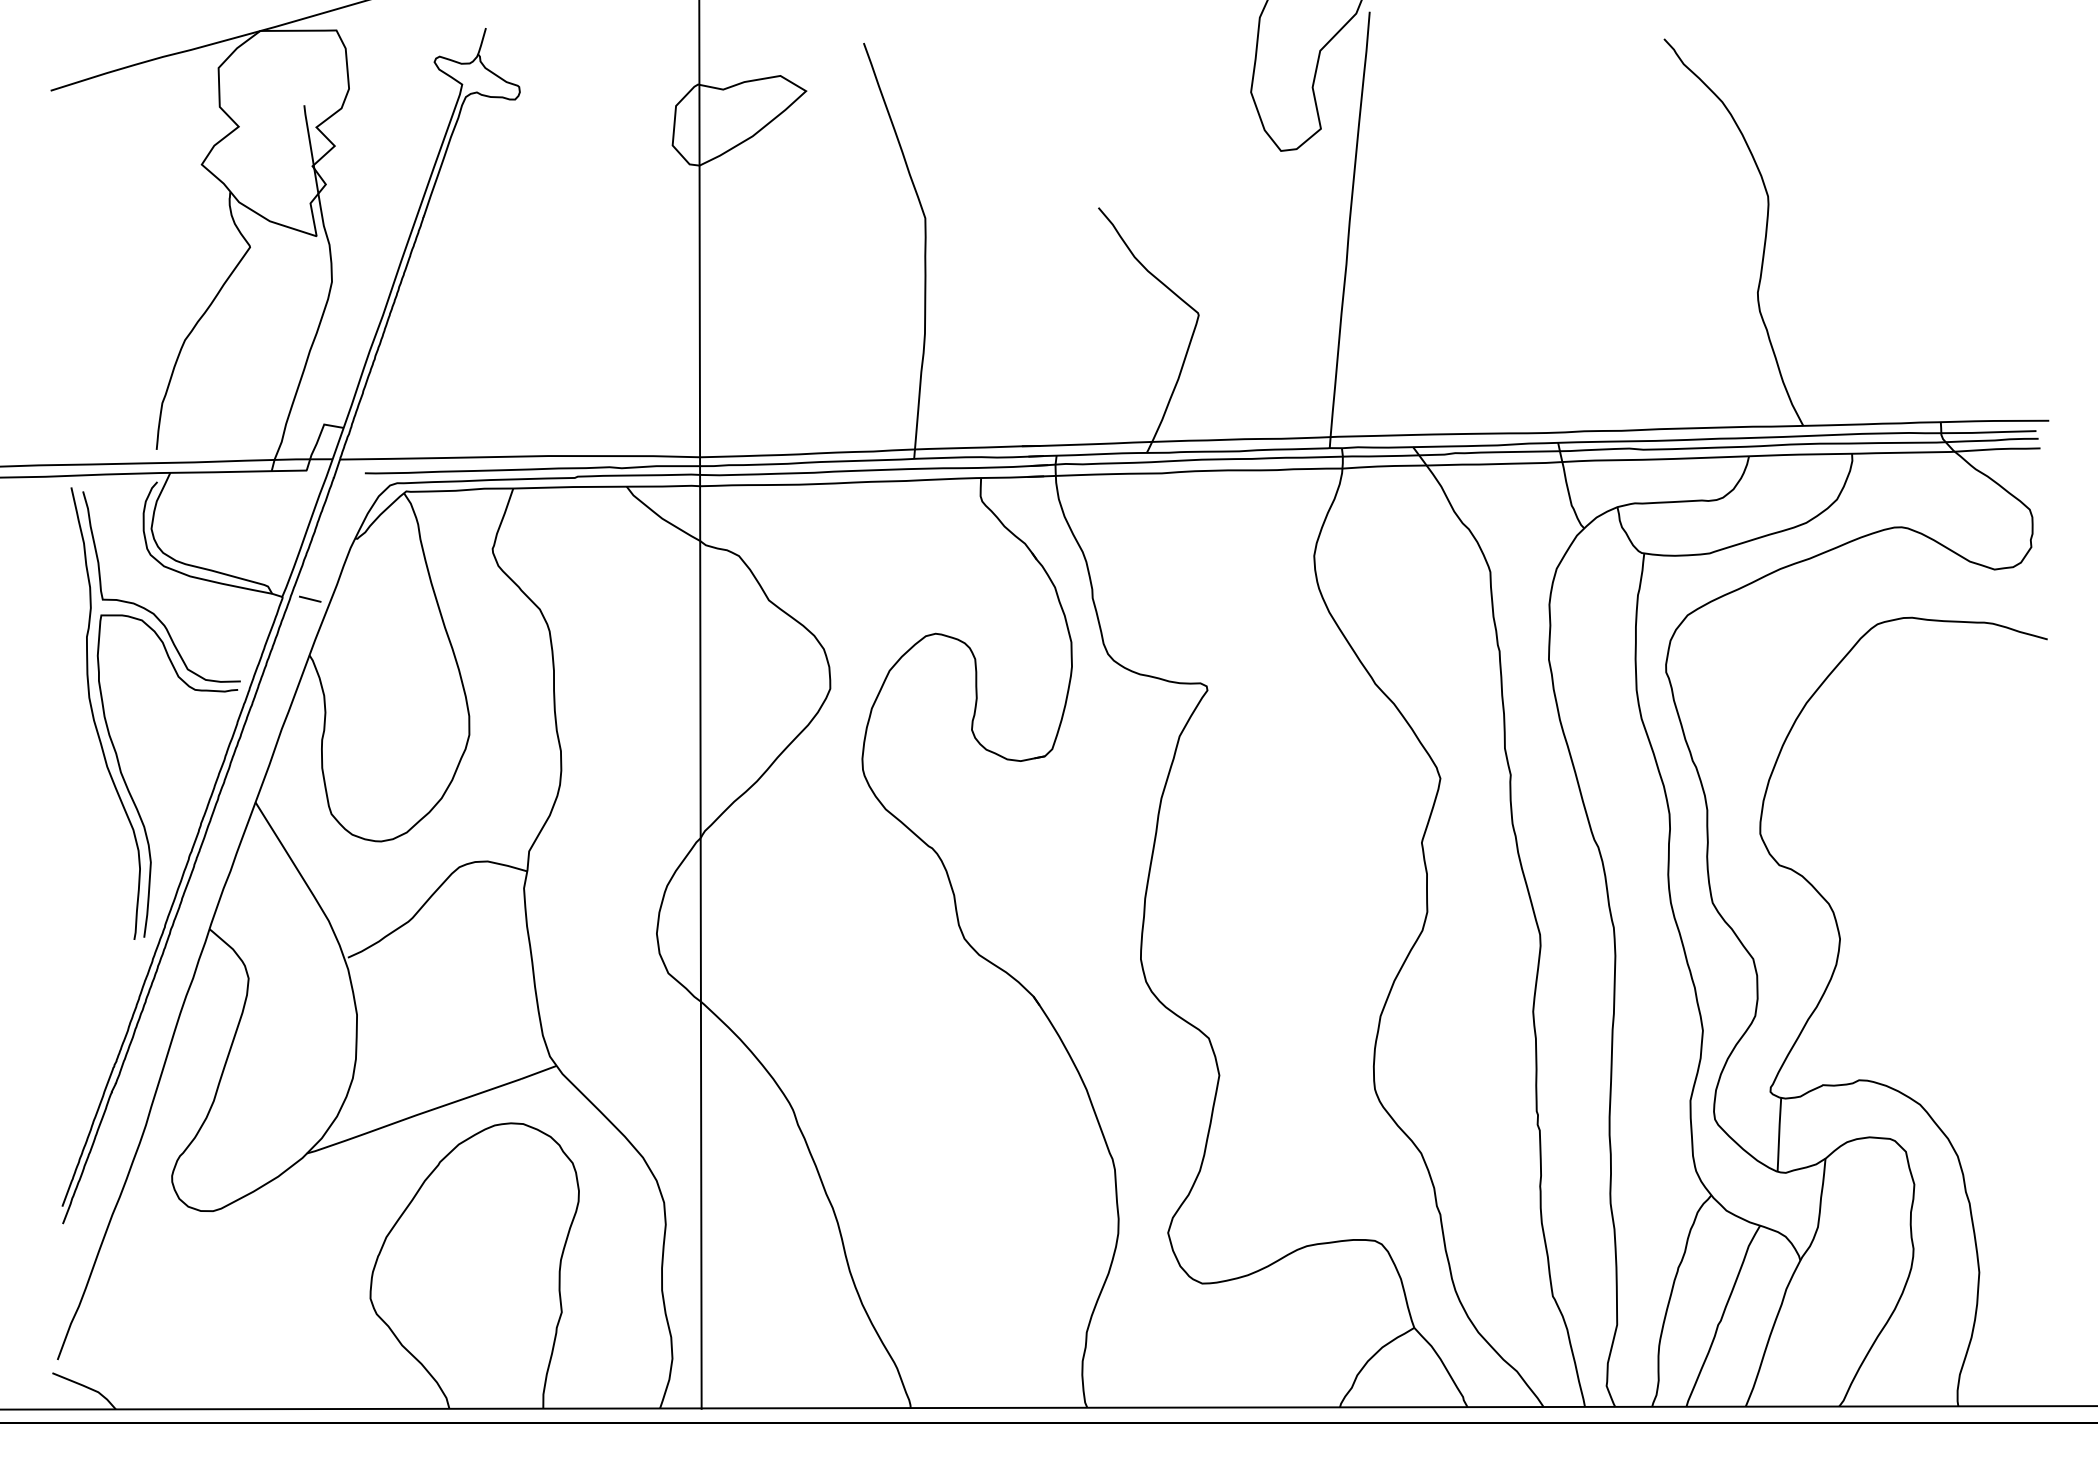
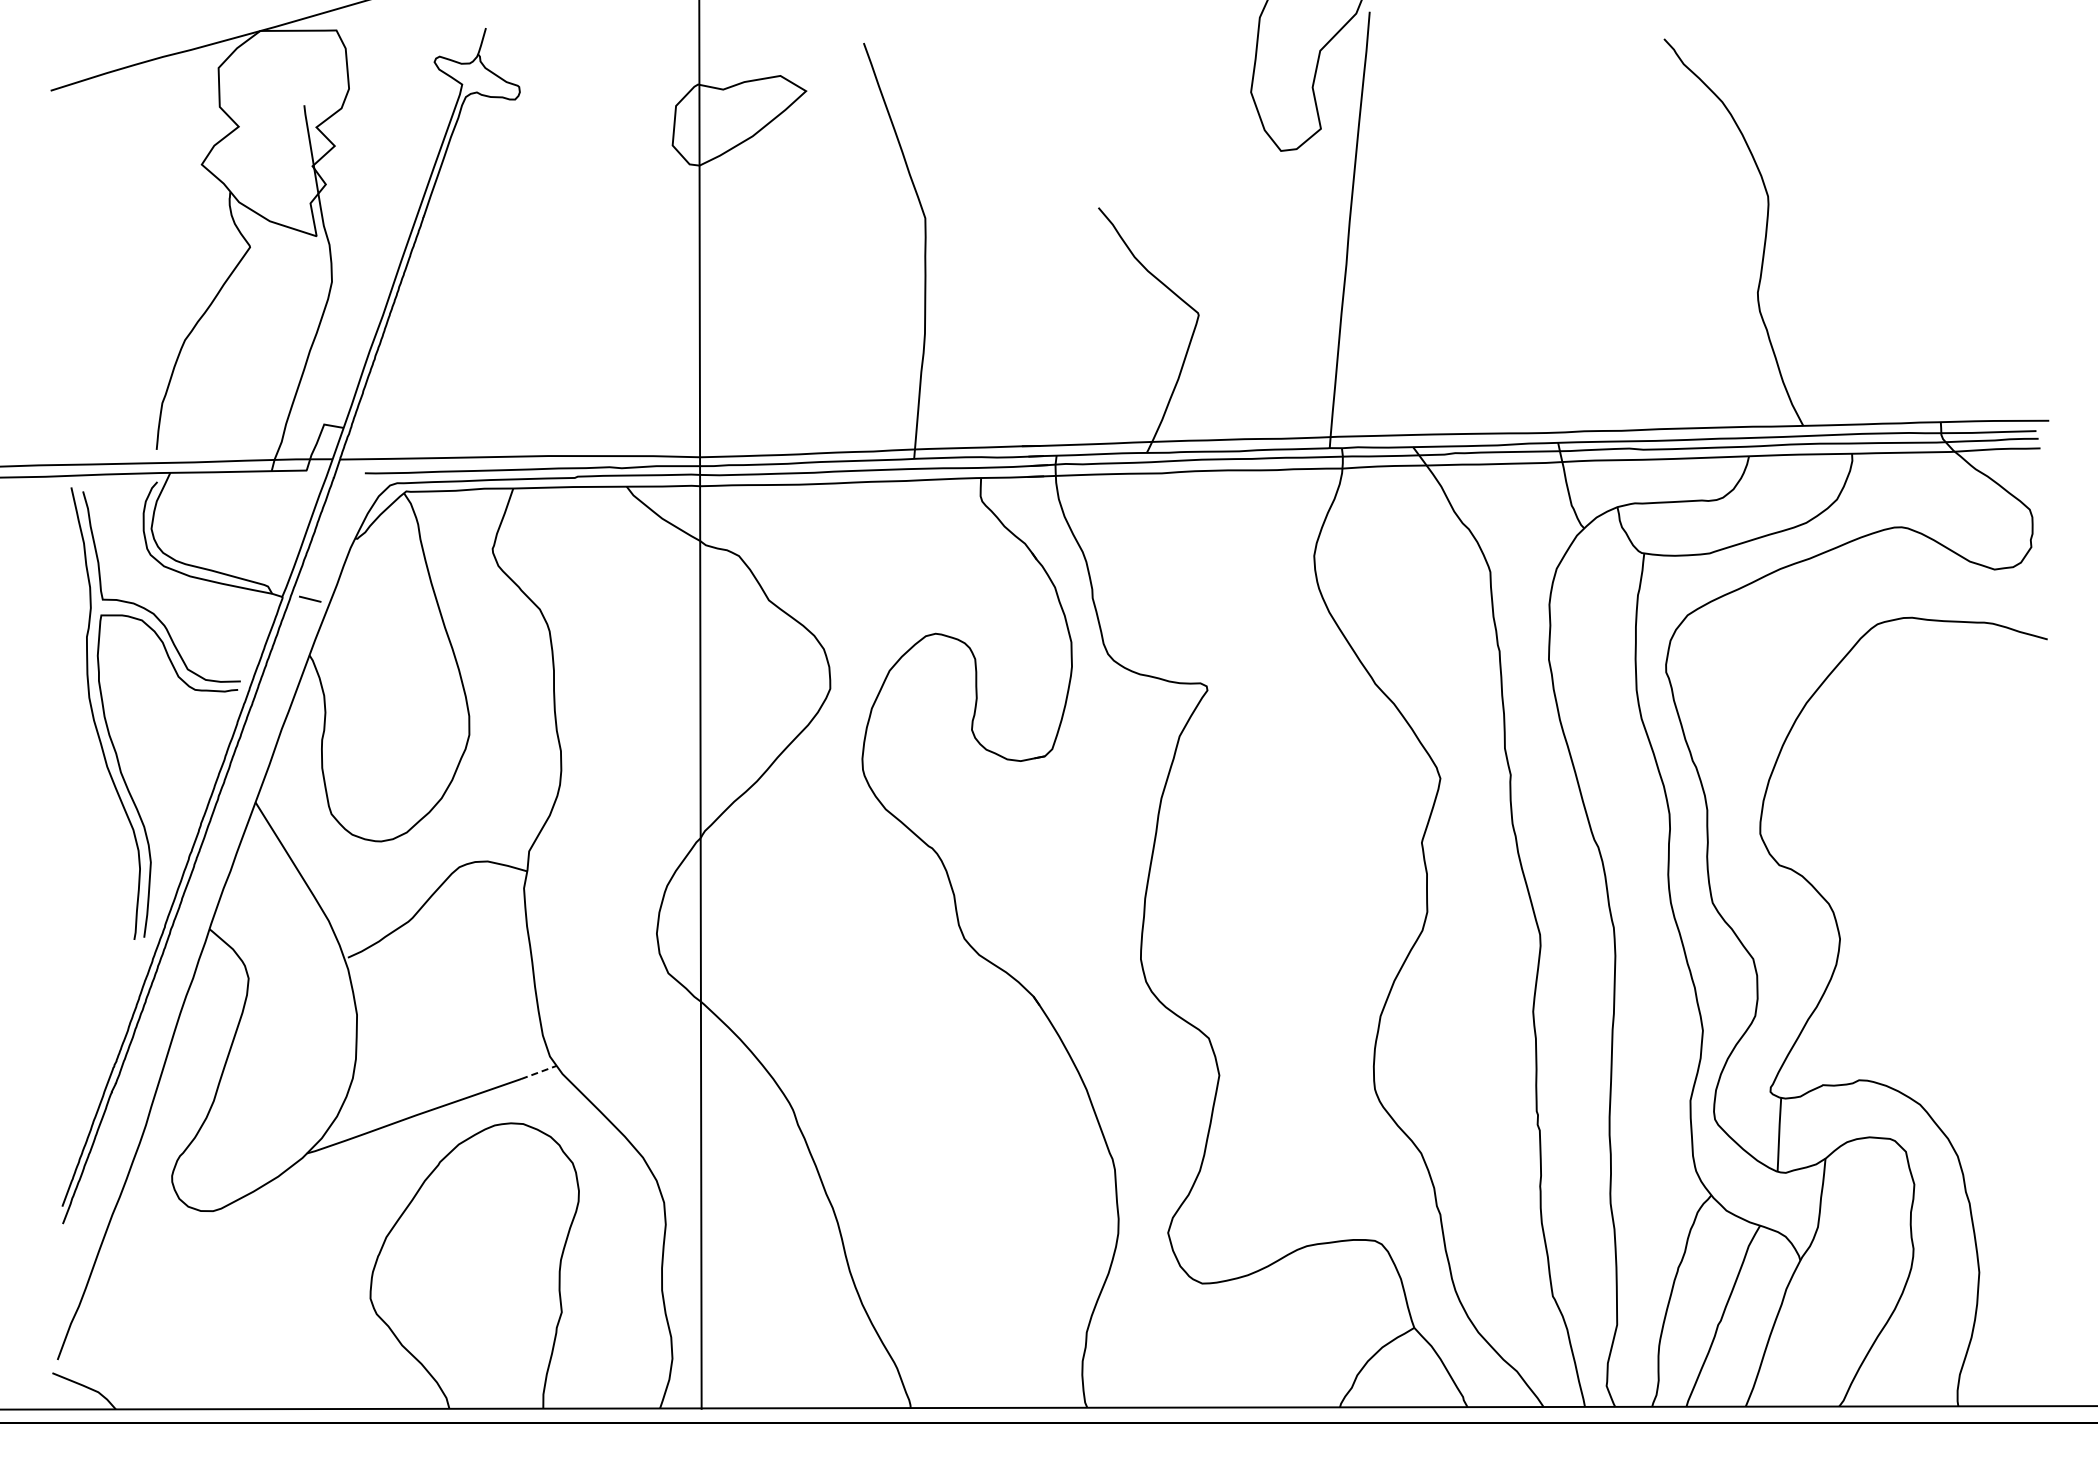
line at (539, 1072): solid -> dashed
